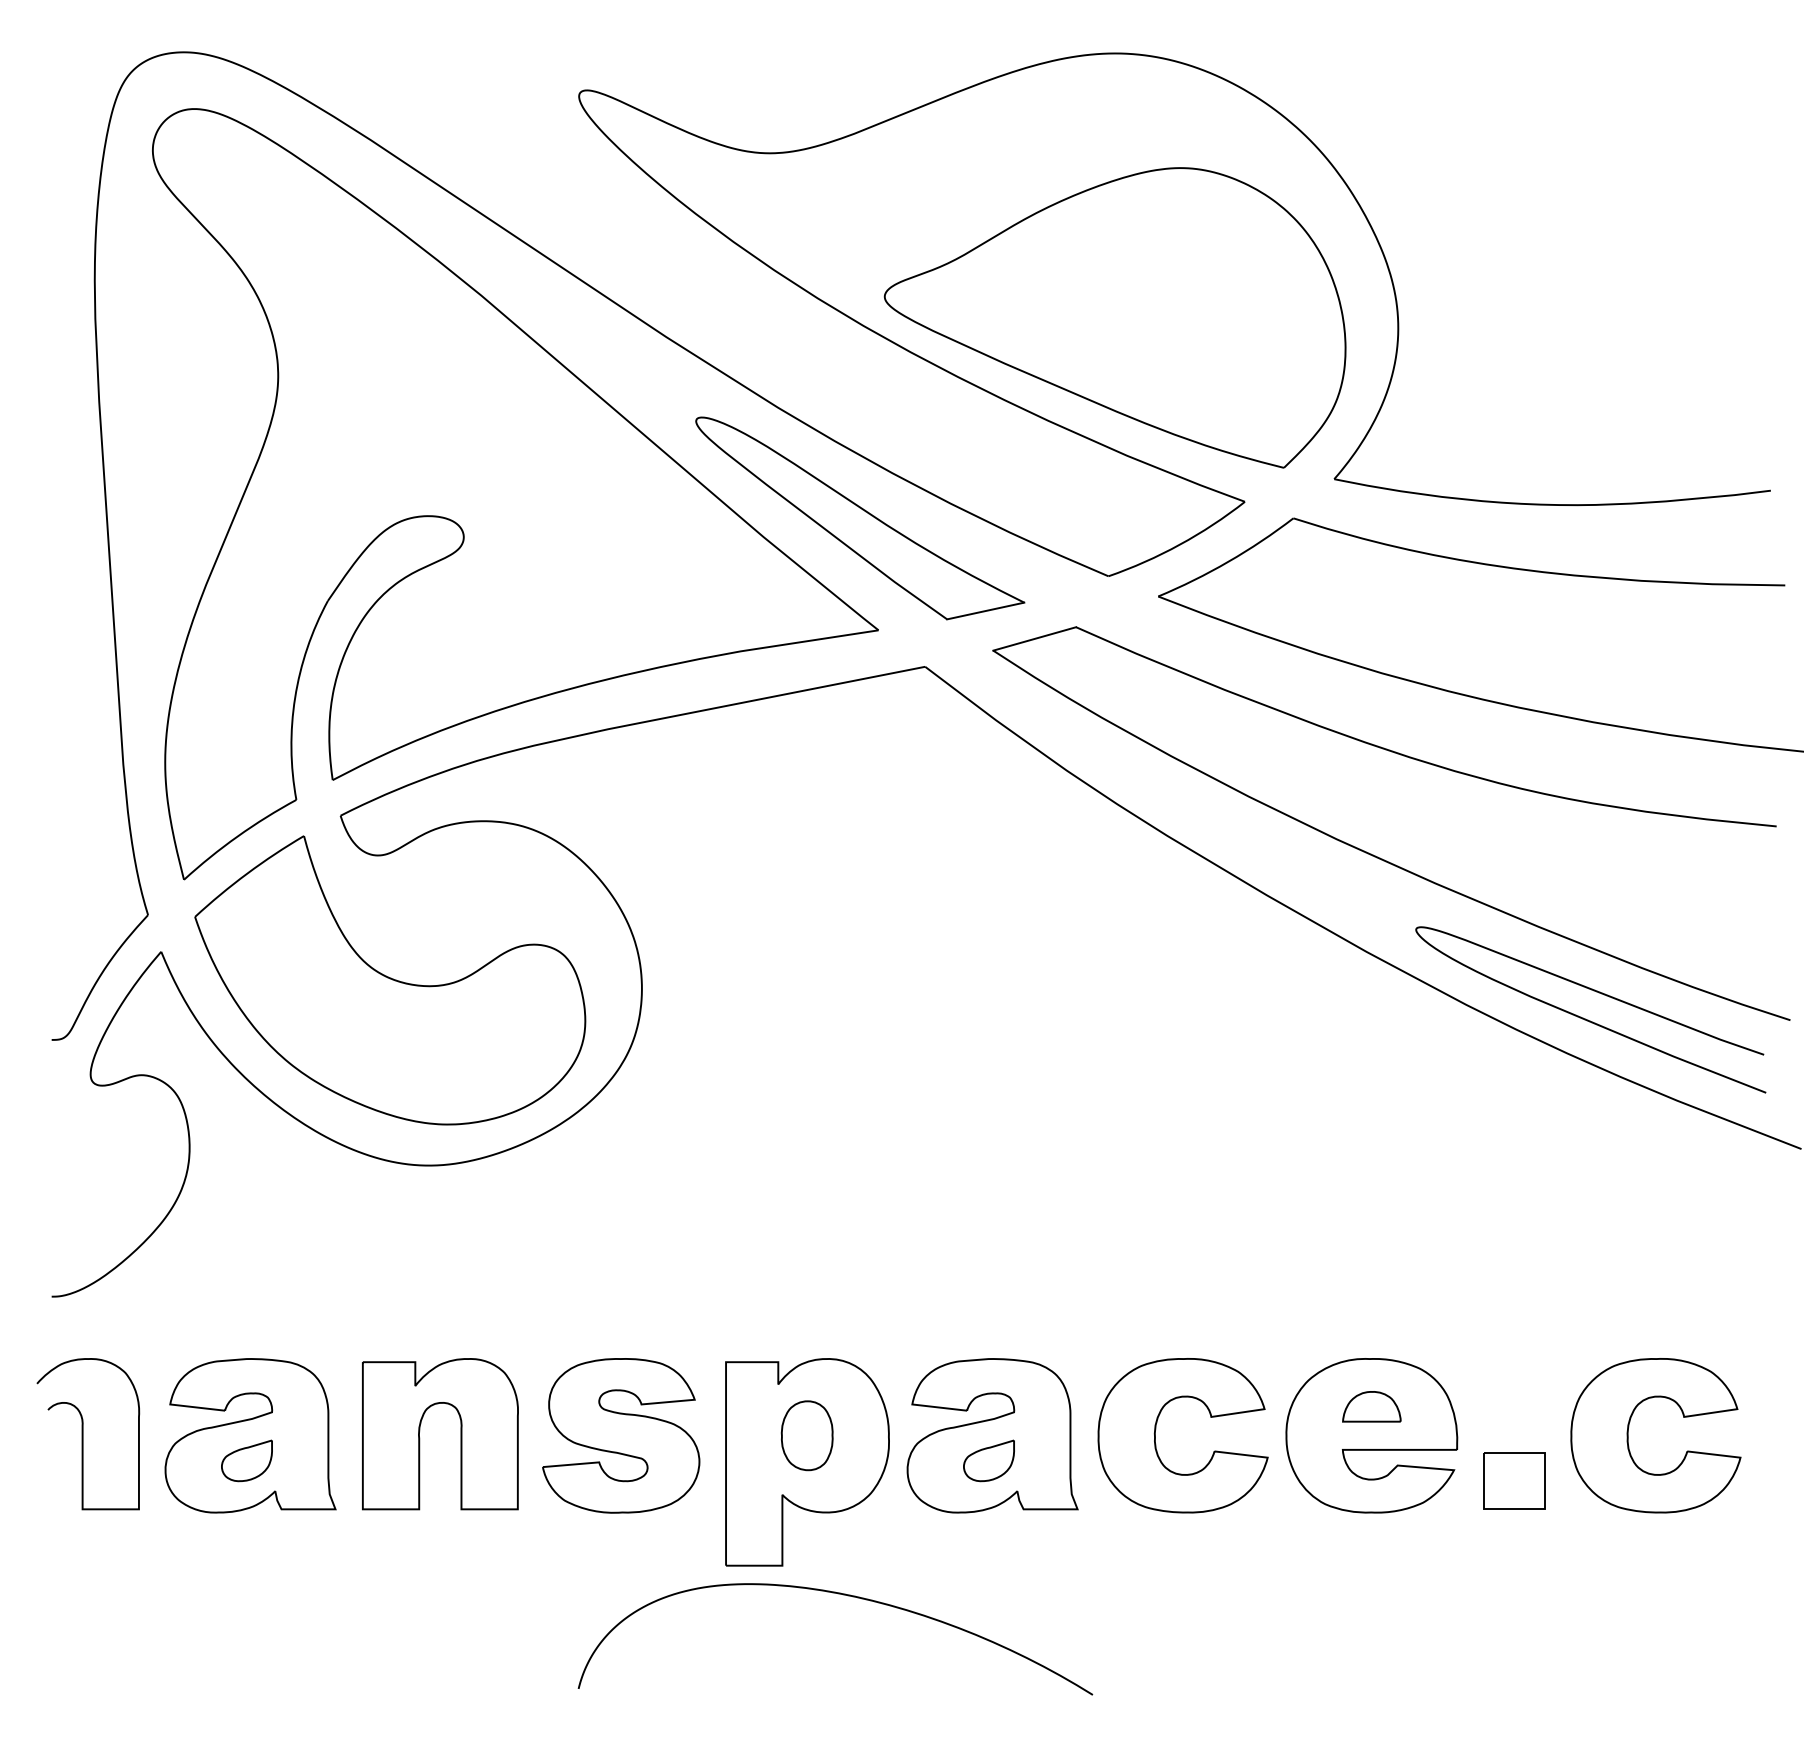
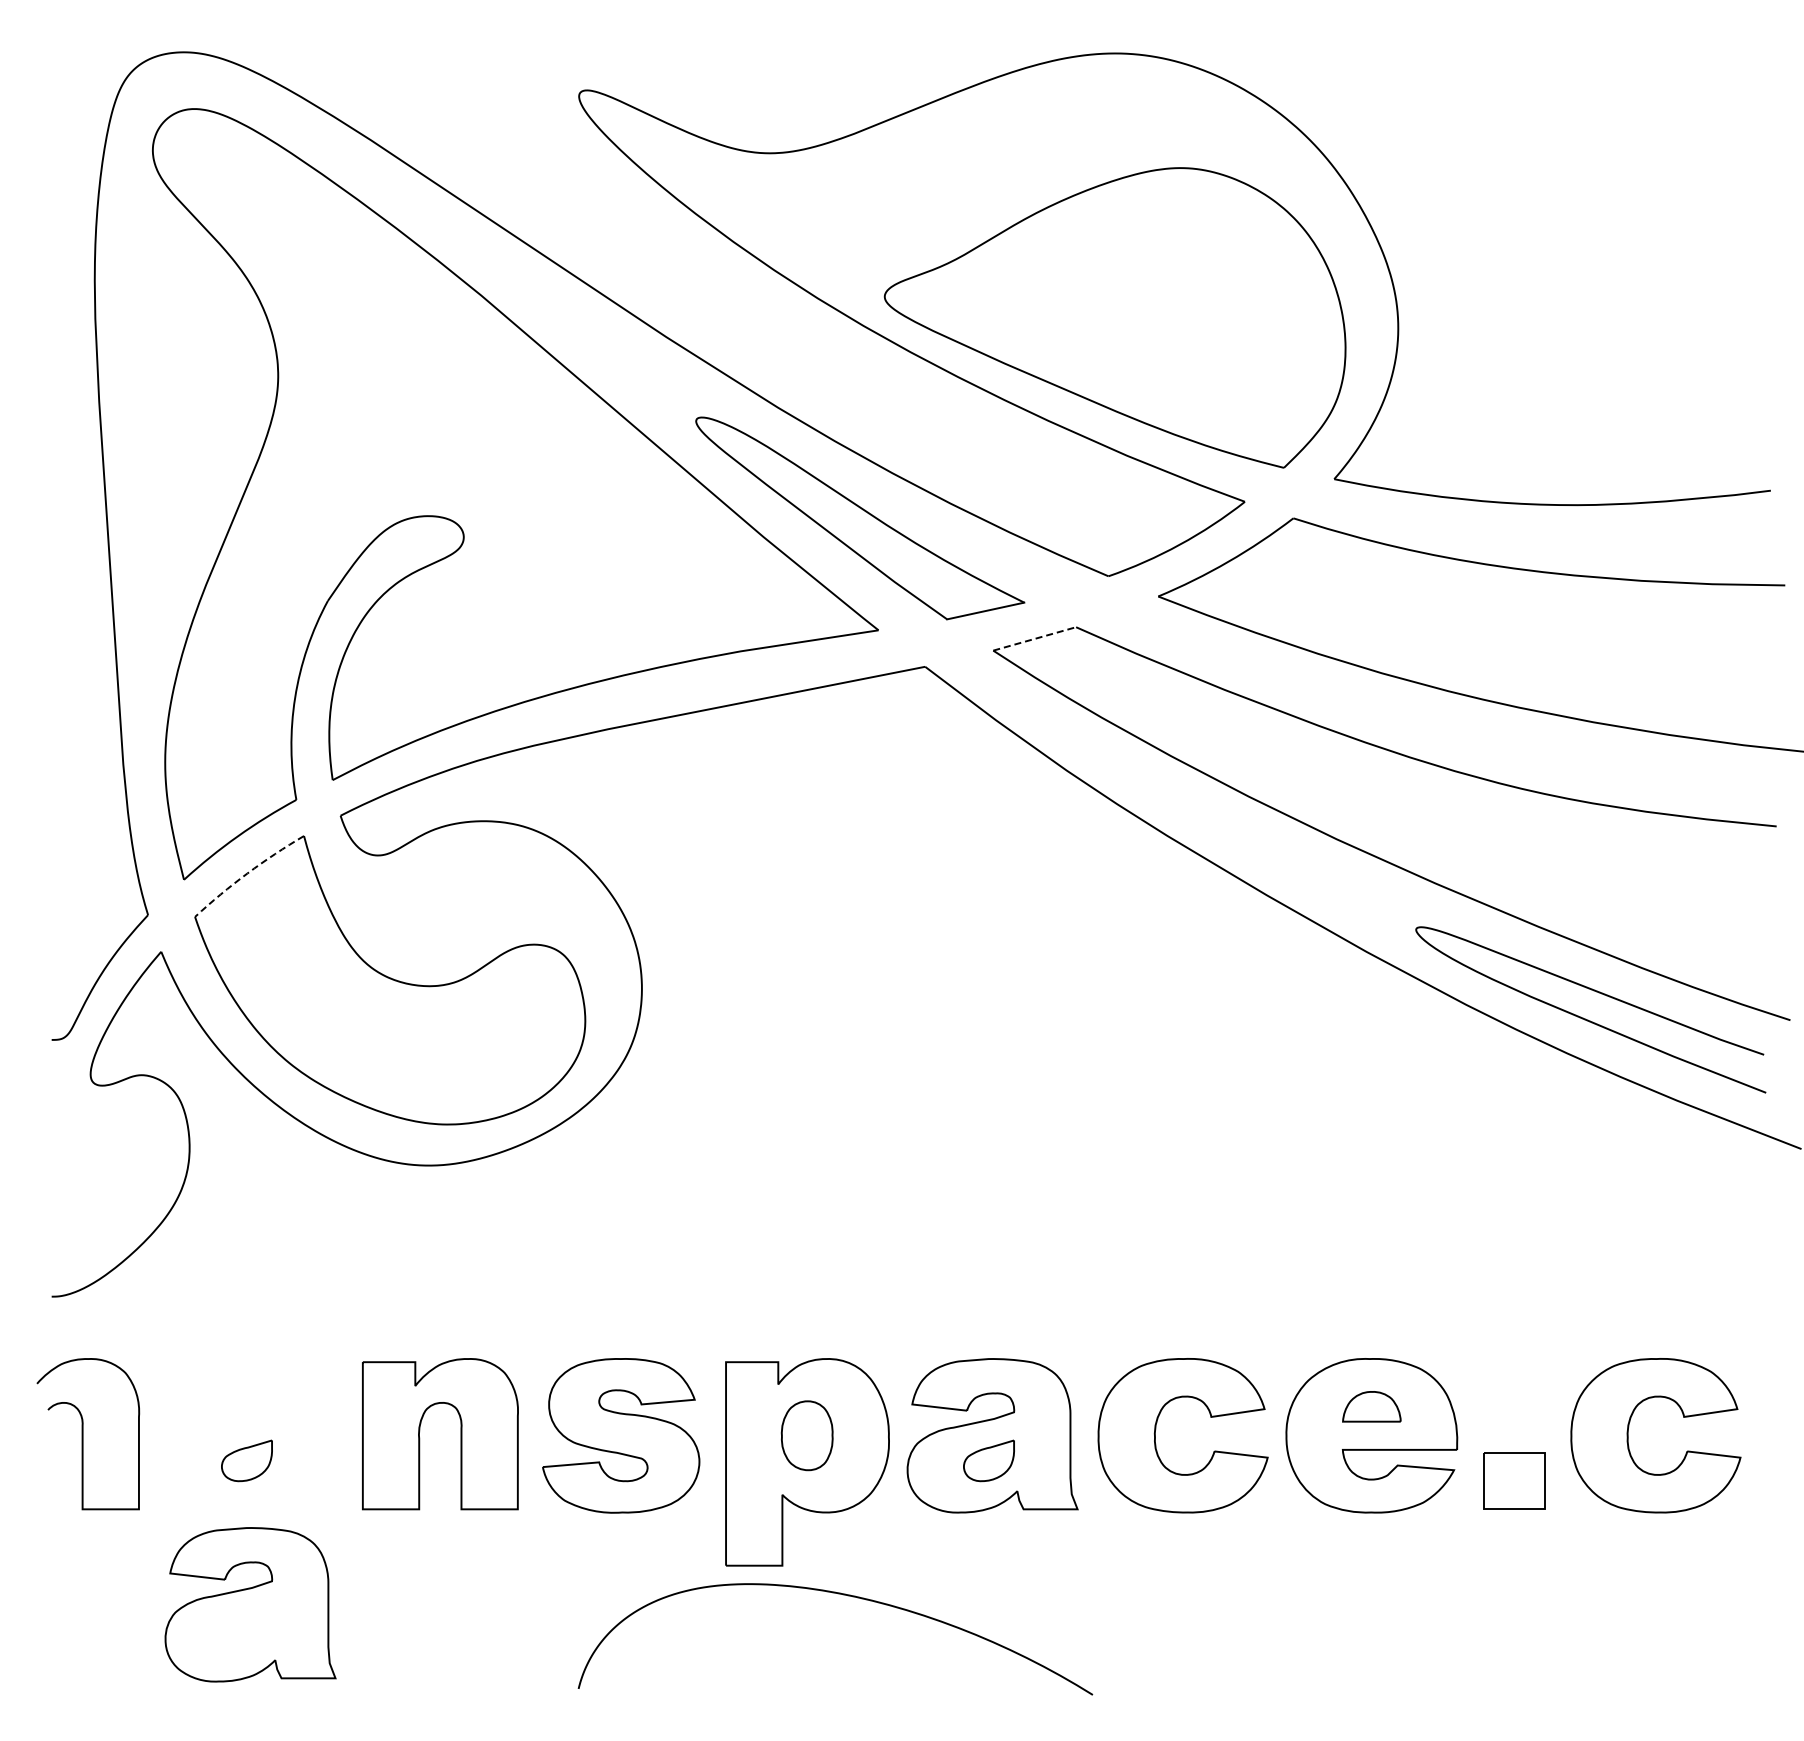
line at (1035, 638): solid -> dashed
arc at (247, 873): solid -> dashed
part at (250, 1435) position: (250, 1435) -> (250, 1604)
